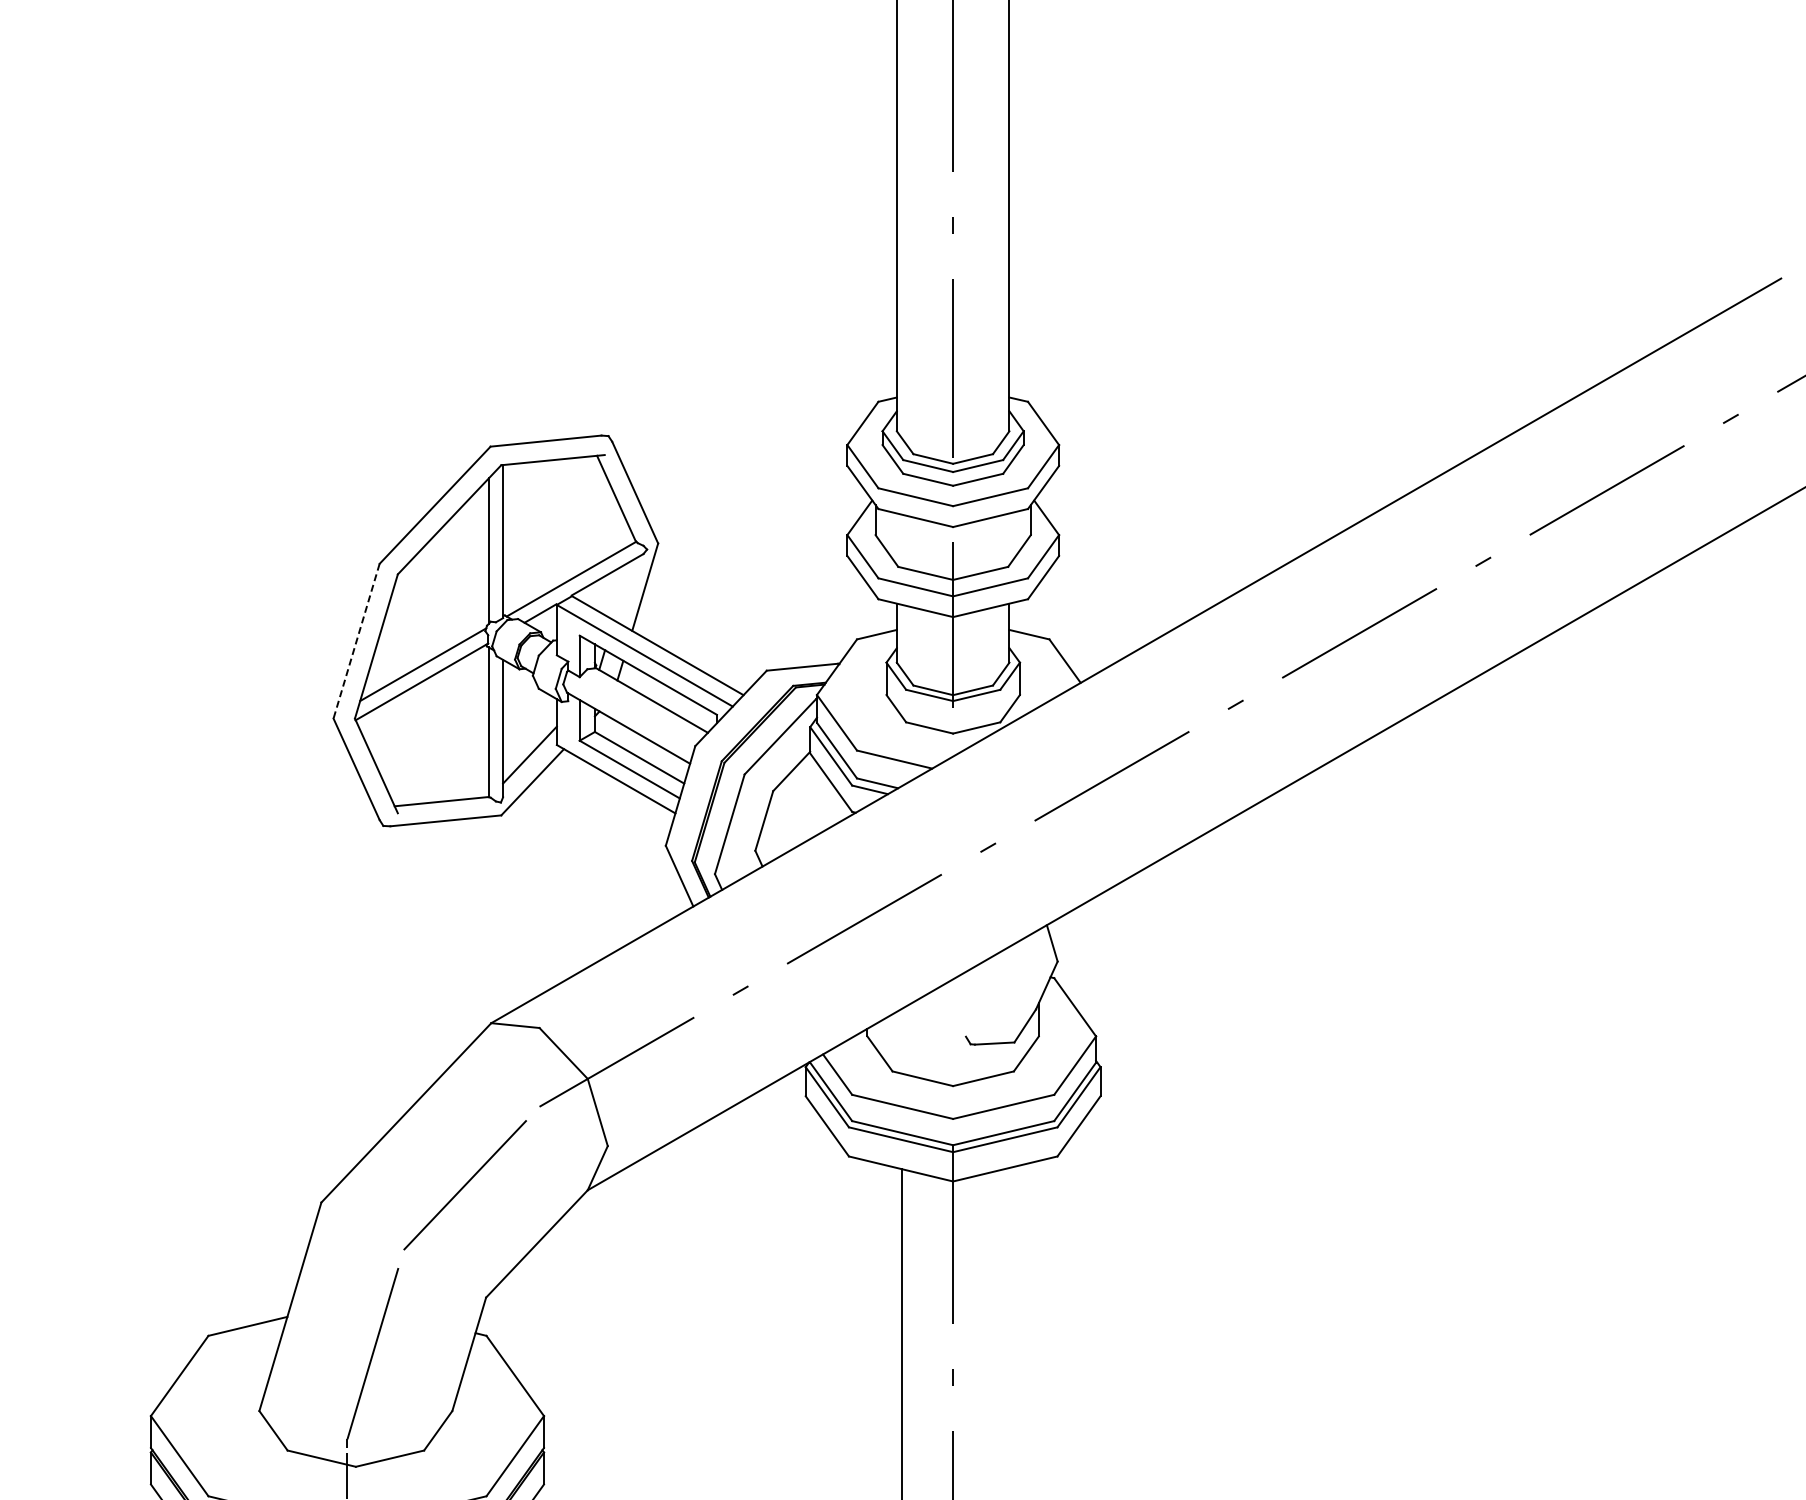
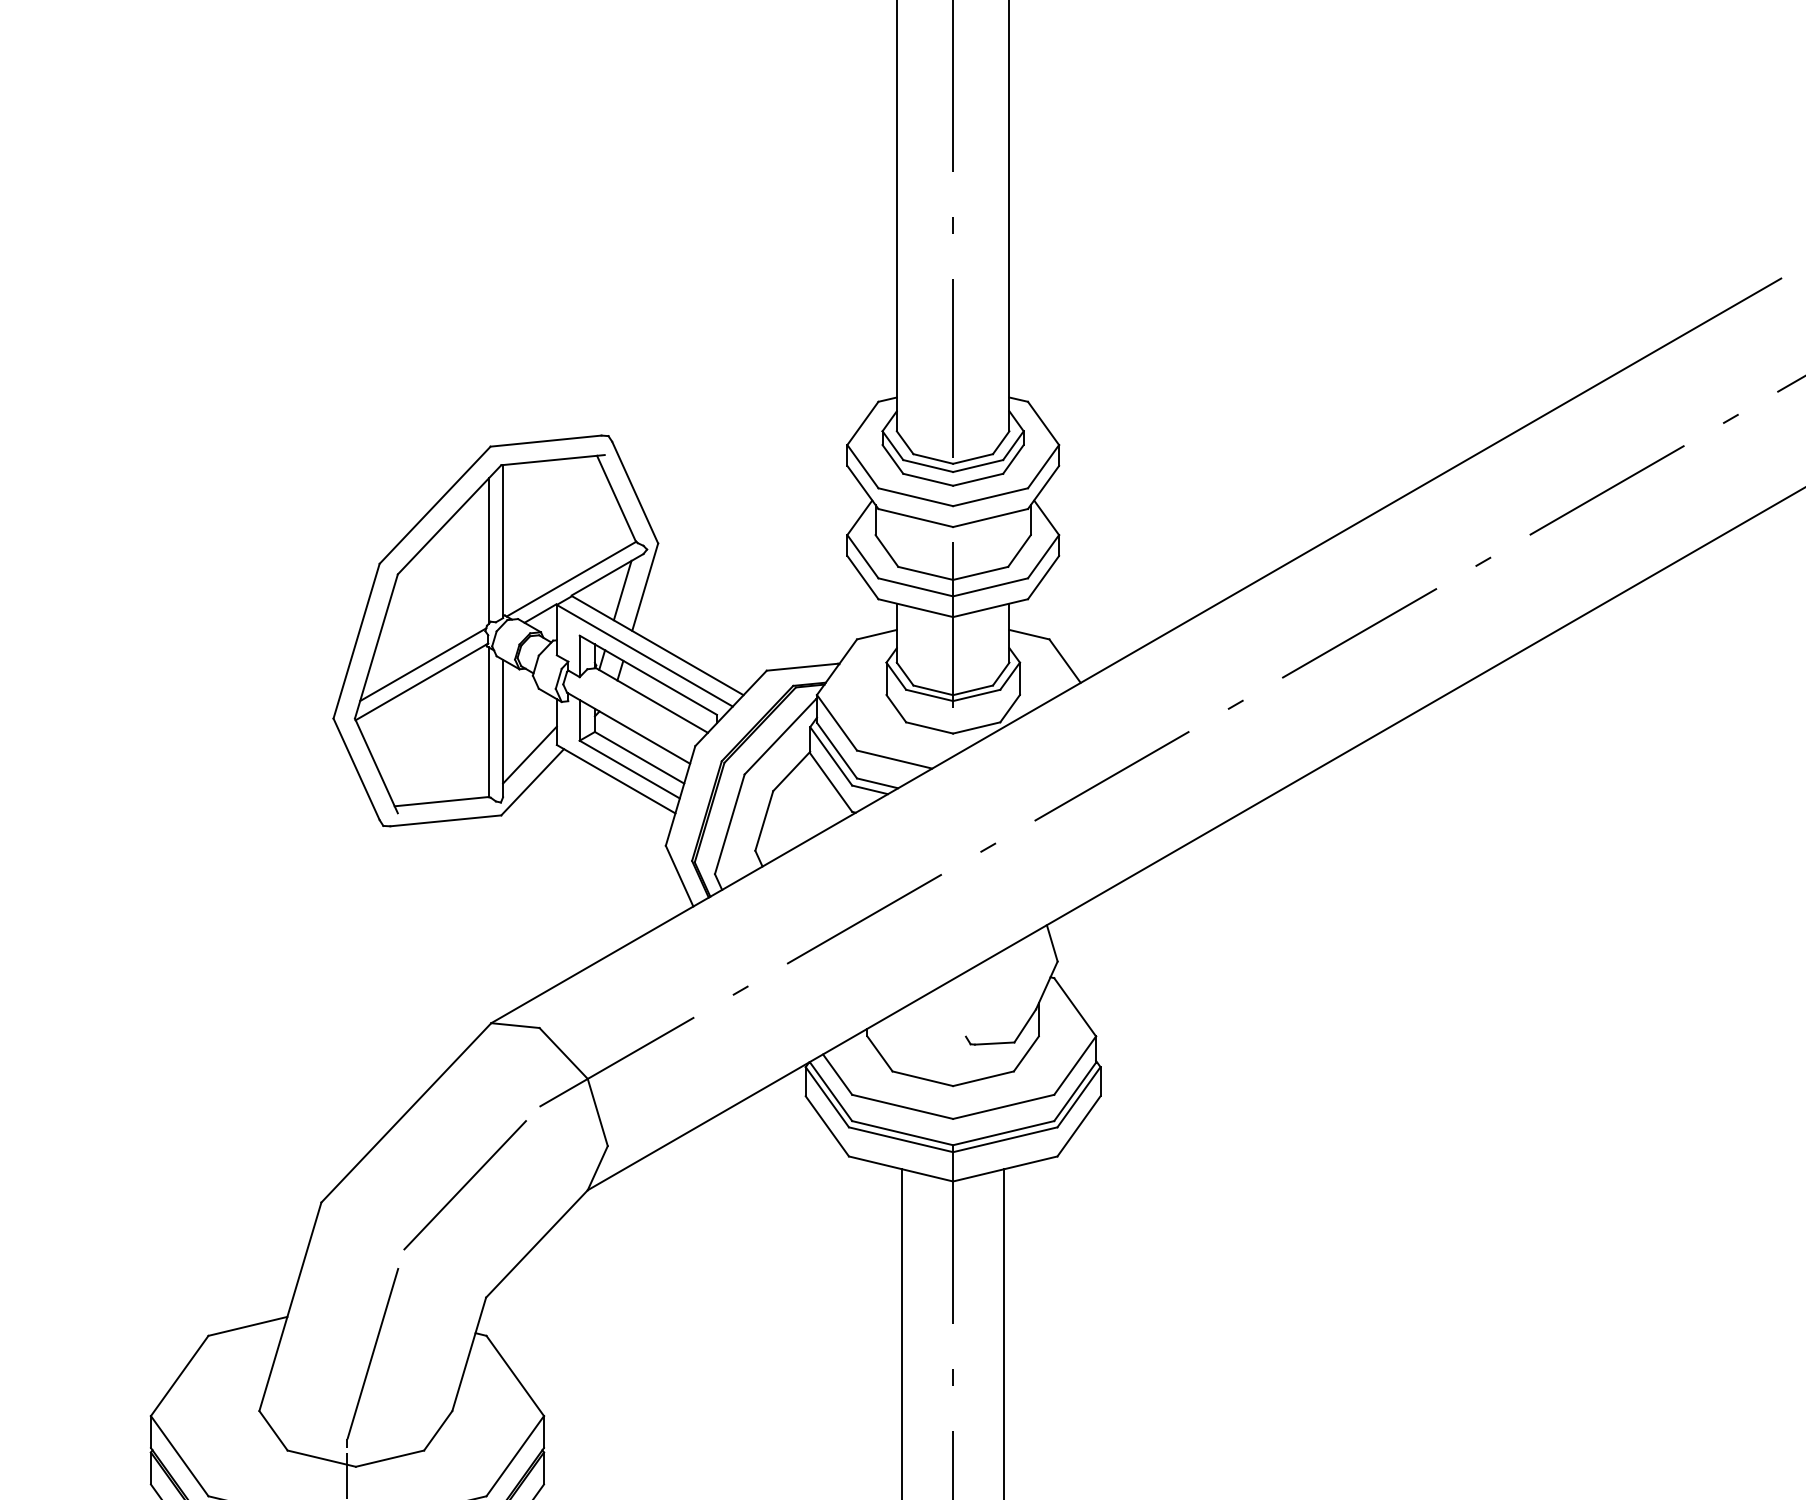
line at (622, 590): none -> present
line at (356, 641): dashed -> solid
line at (1004, 1332): none -> present
